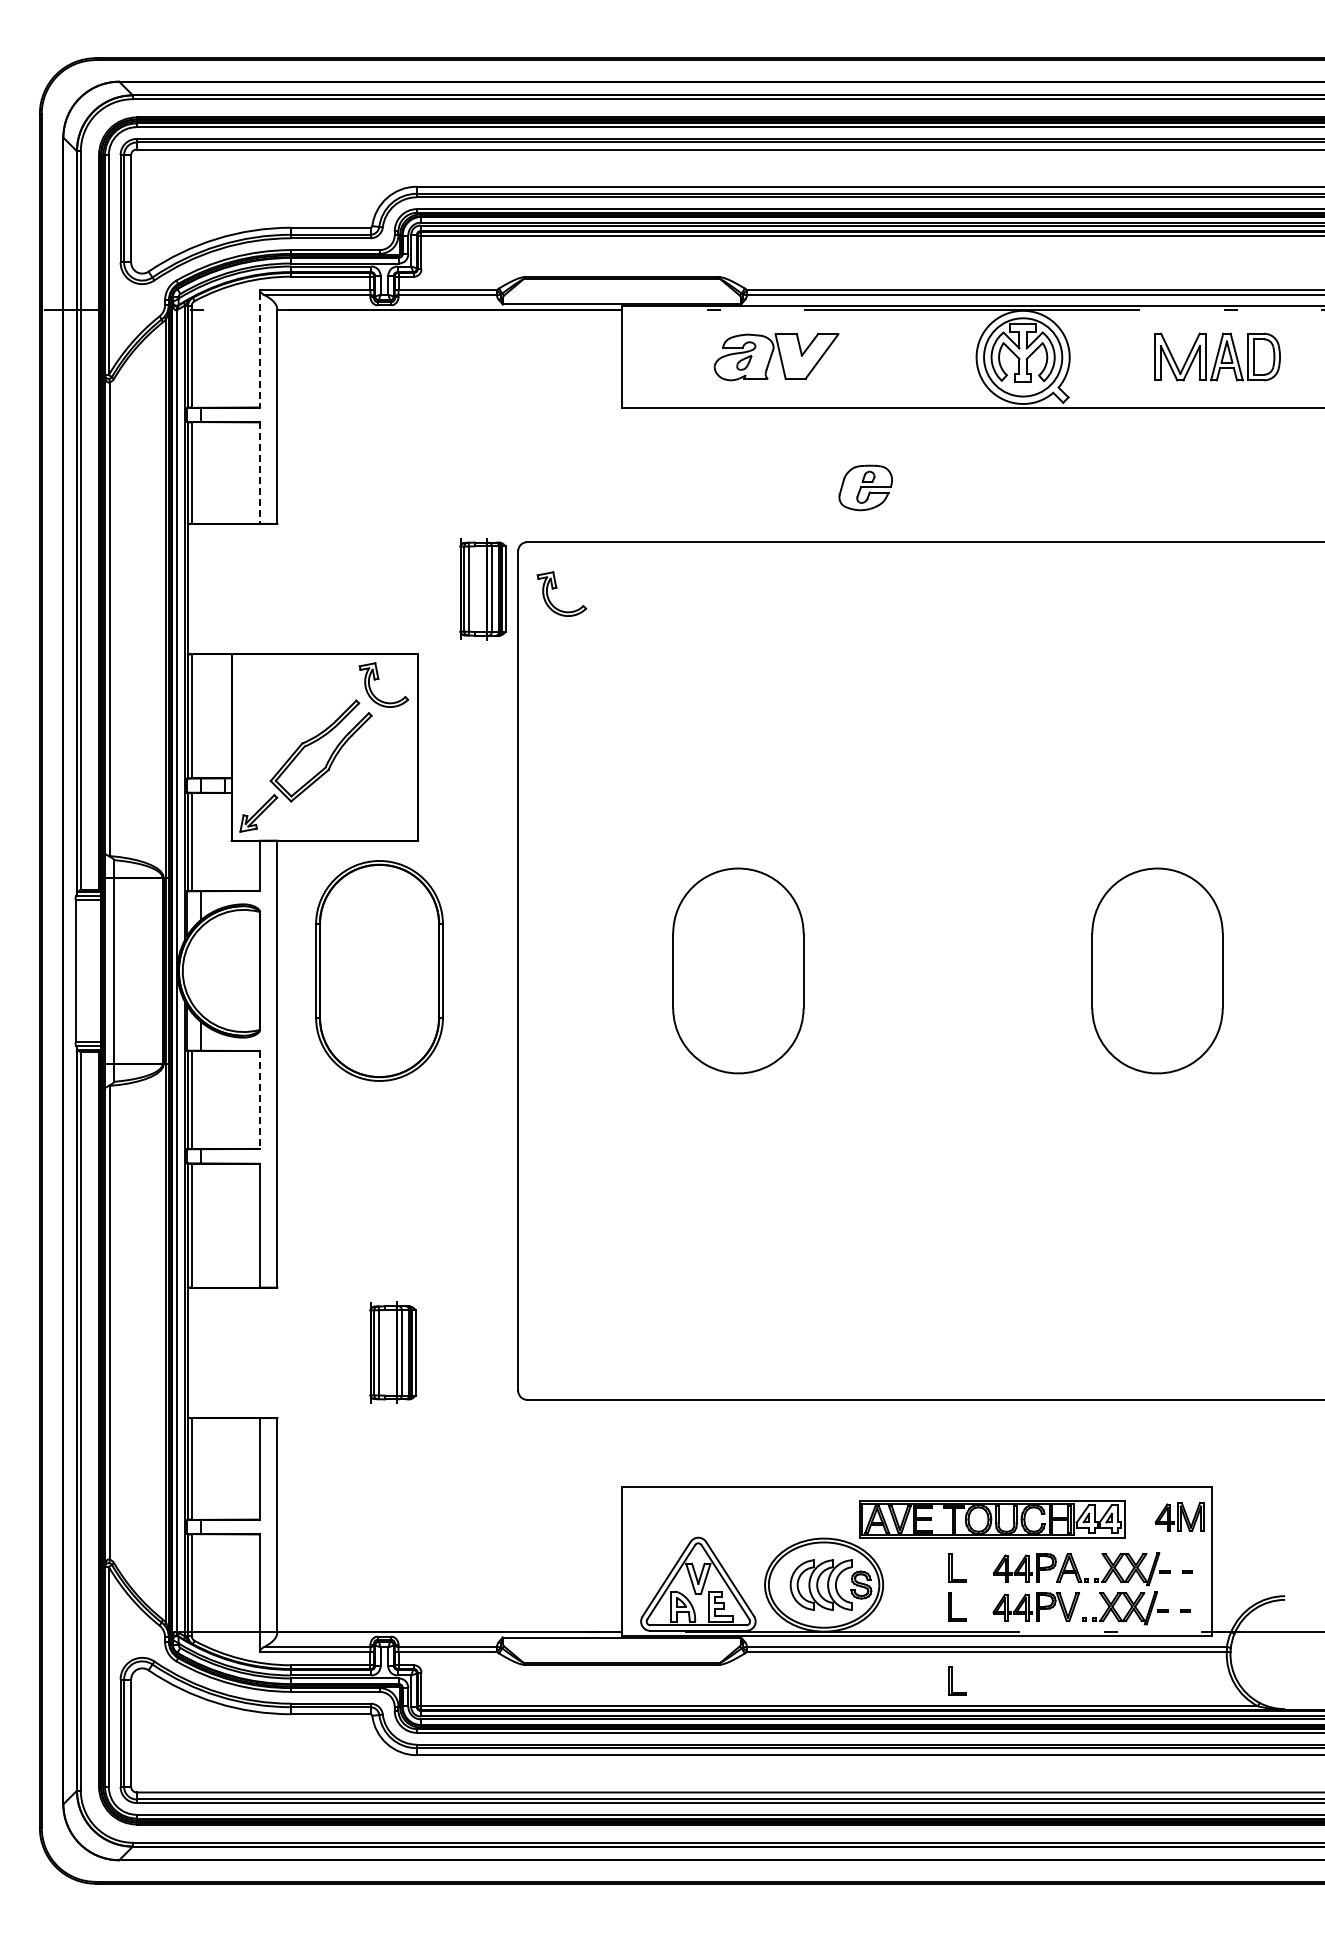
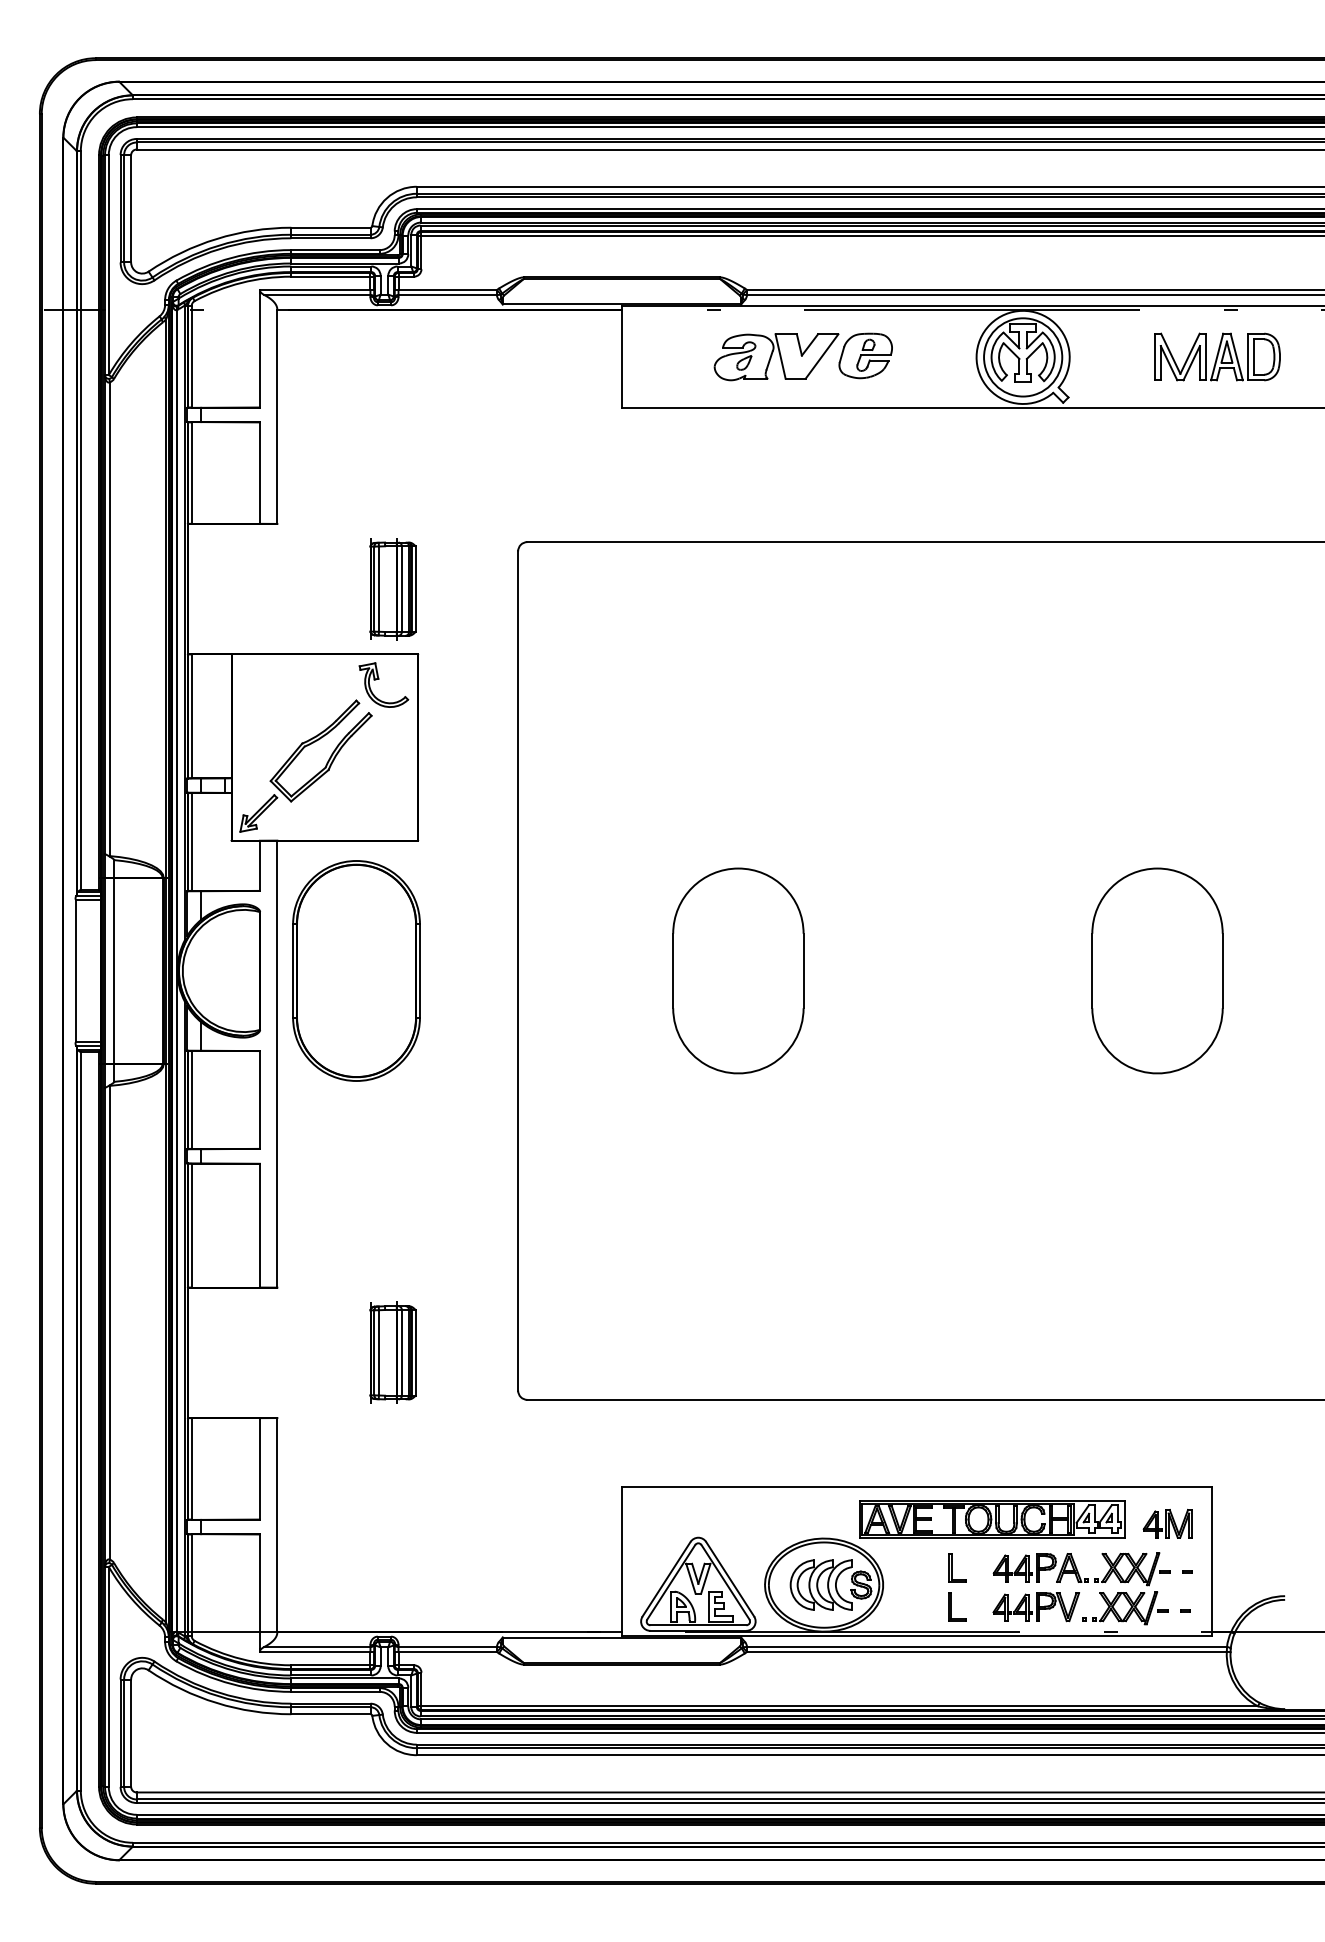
line at (259, 350): dashed -> solid
line at (259, 473): dashed -> solid
part at (865, 487) position: (865, 487) -> (865, 355)
part at (557, 588): present -> none
part at (482, 589) position: (482, 589) -> (392, 589)
part at (379, 970) position: (379, 970) -> (356, 970)
line at (259, 1099): dashed -> solid
part at (1179, 1516) position: (1179, 1516) -> (1167, 1523)
part at (957, 1680): present -> none
